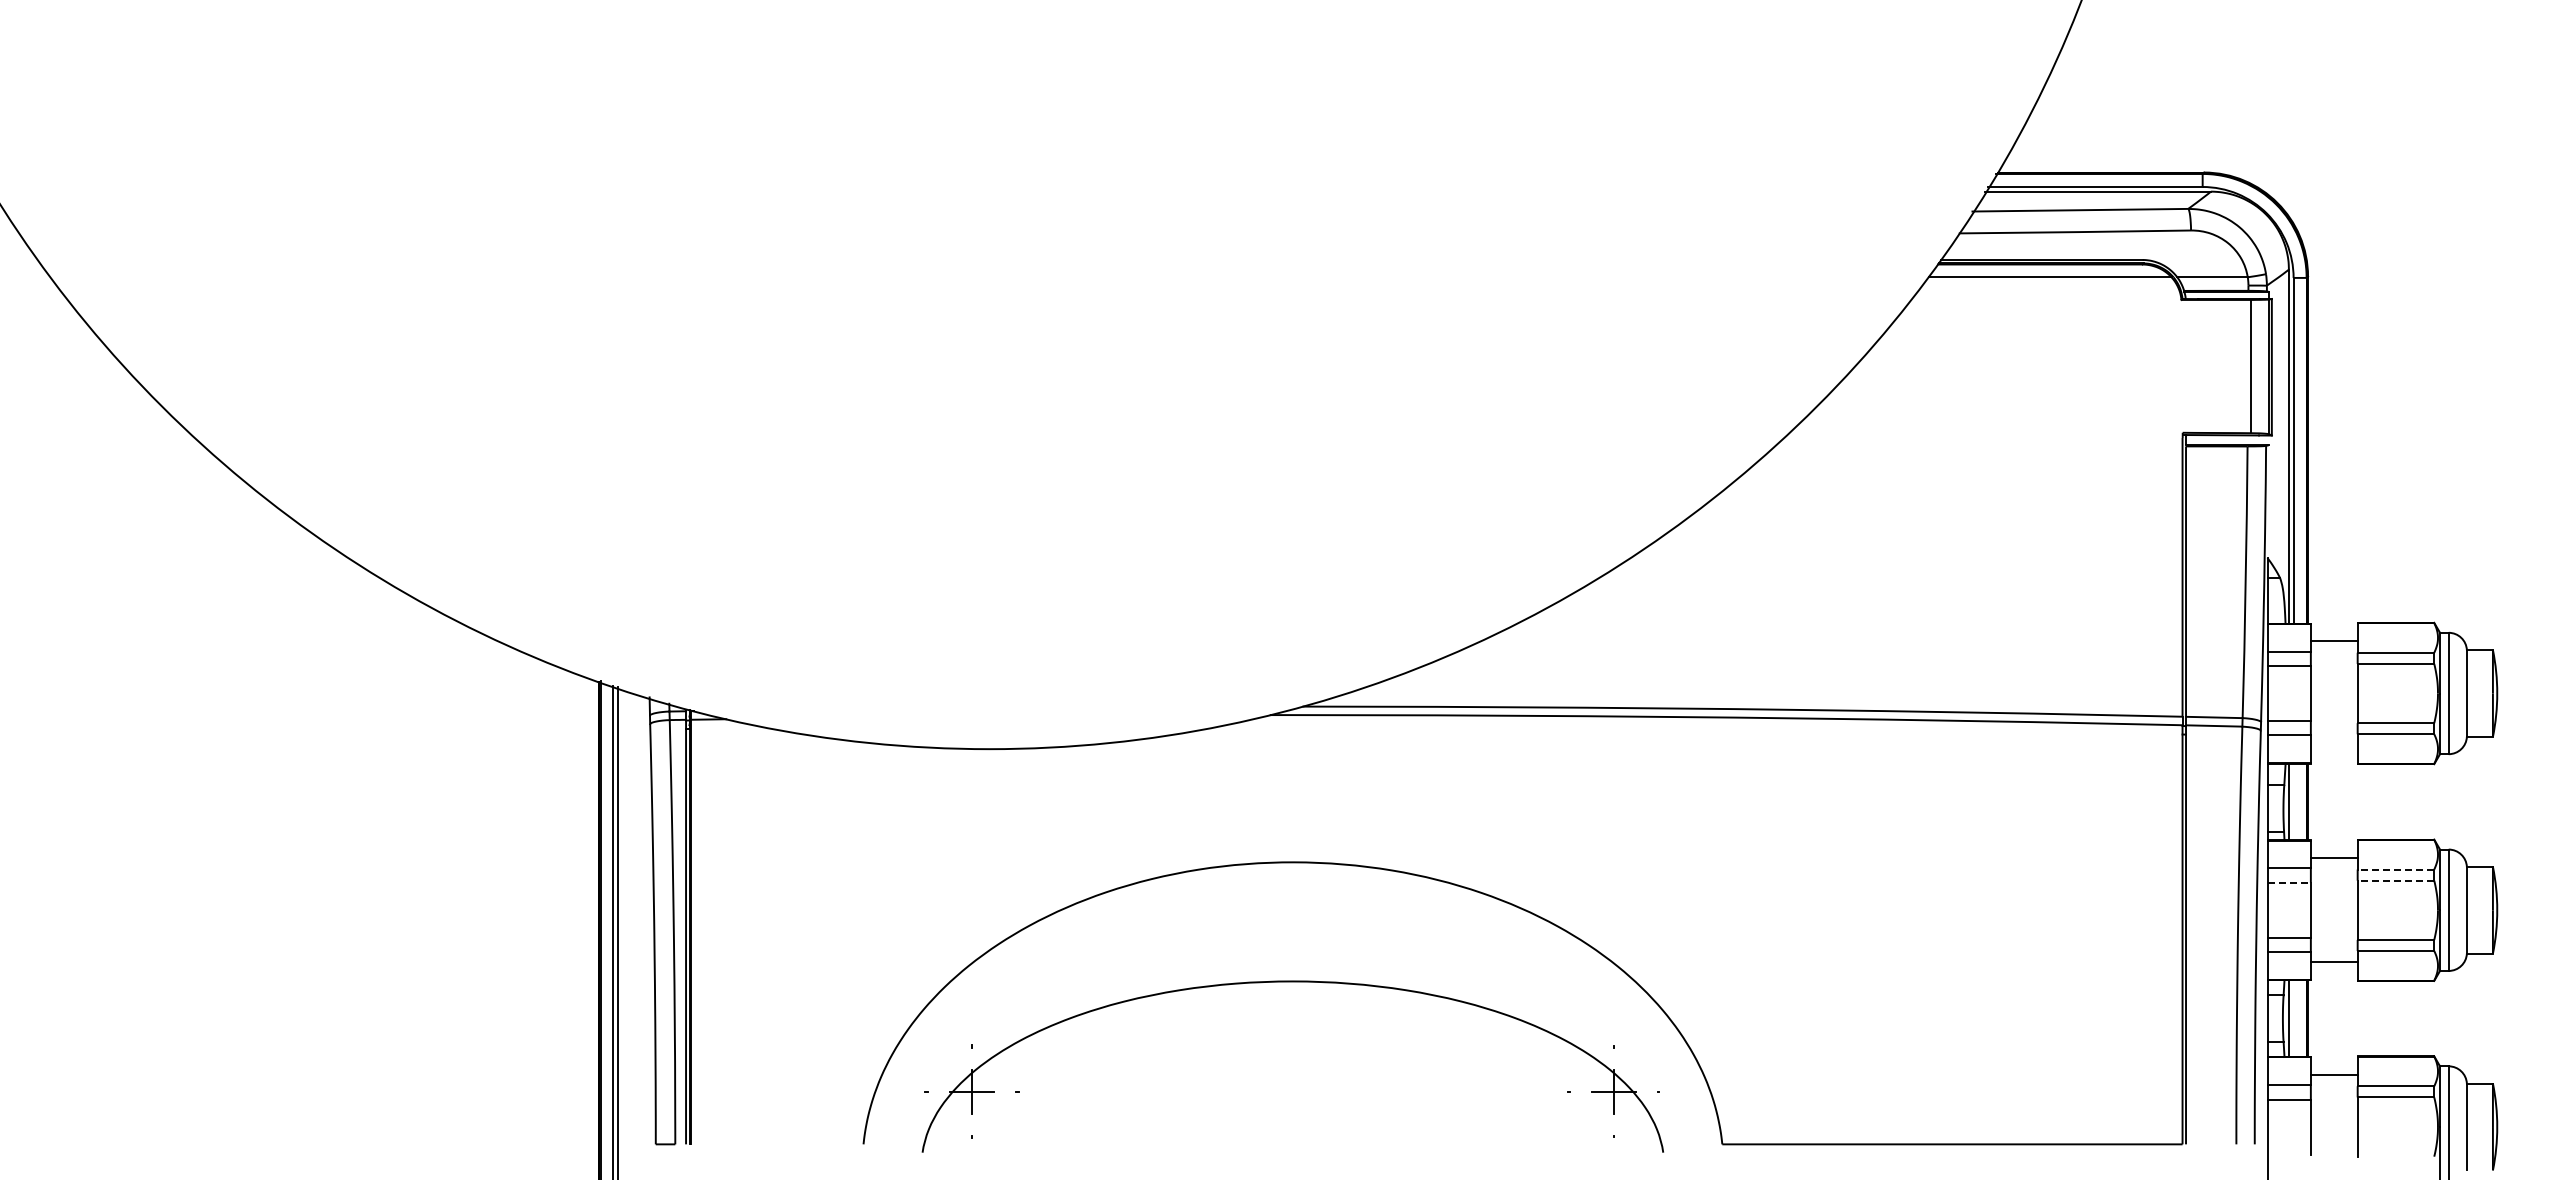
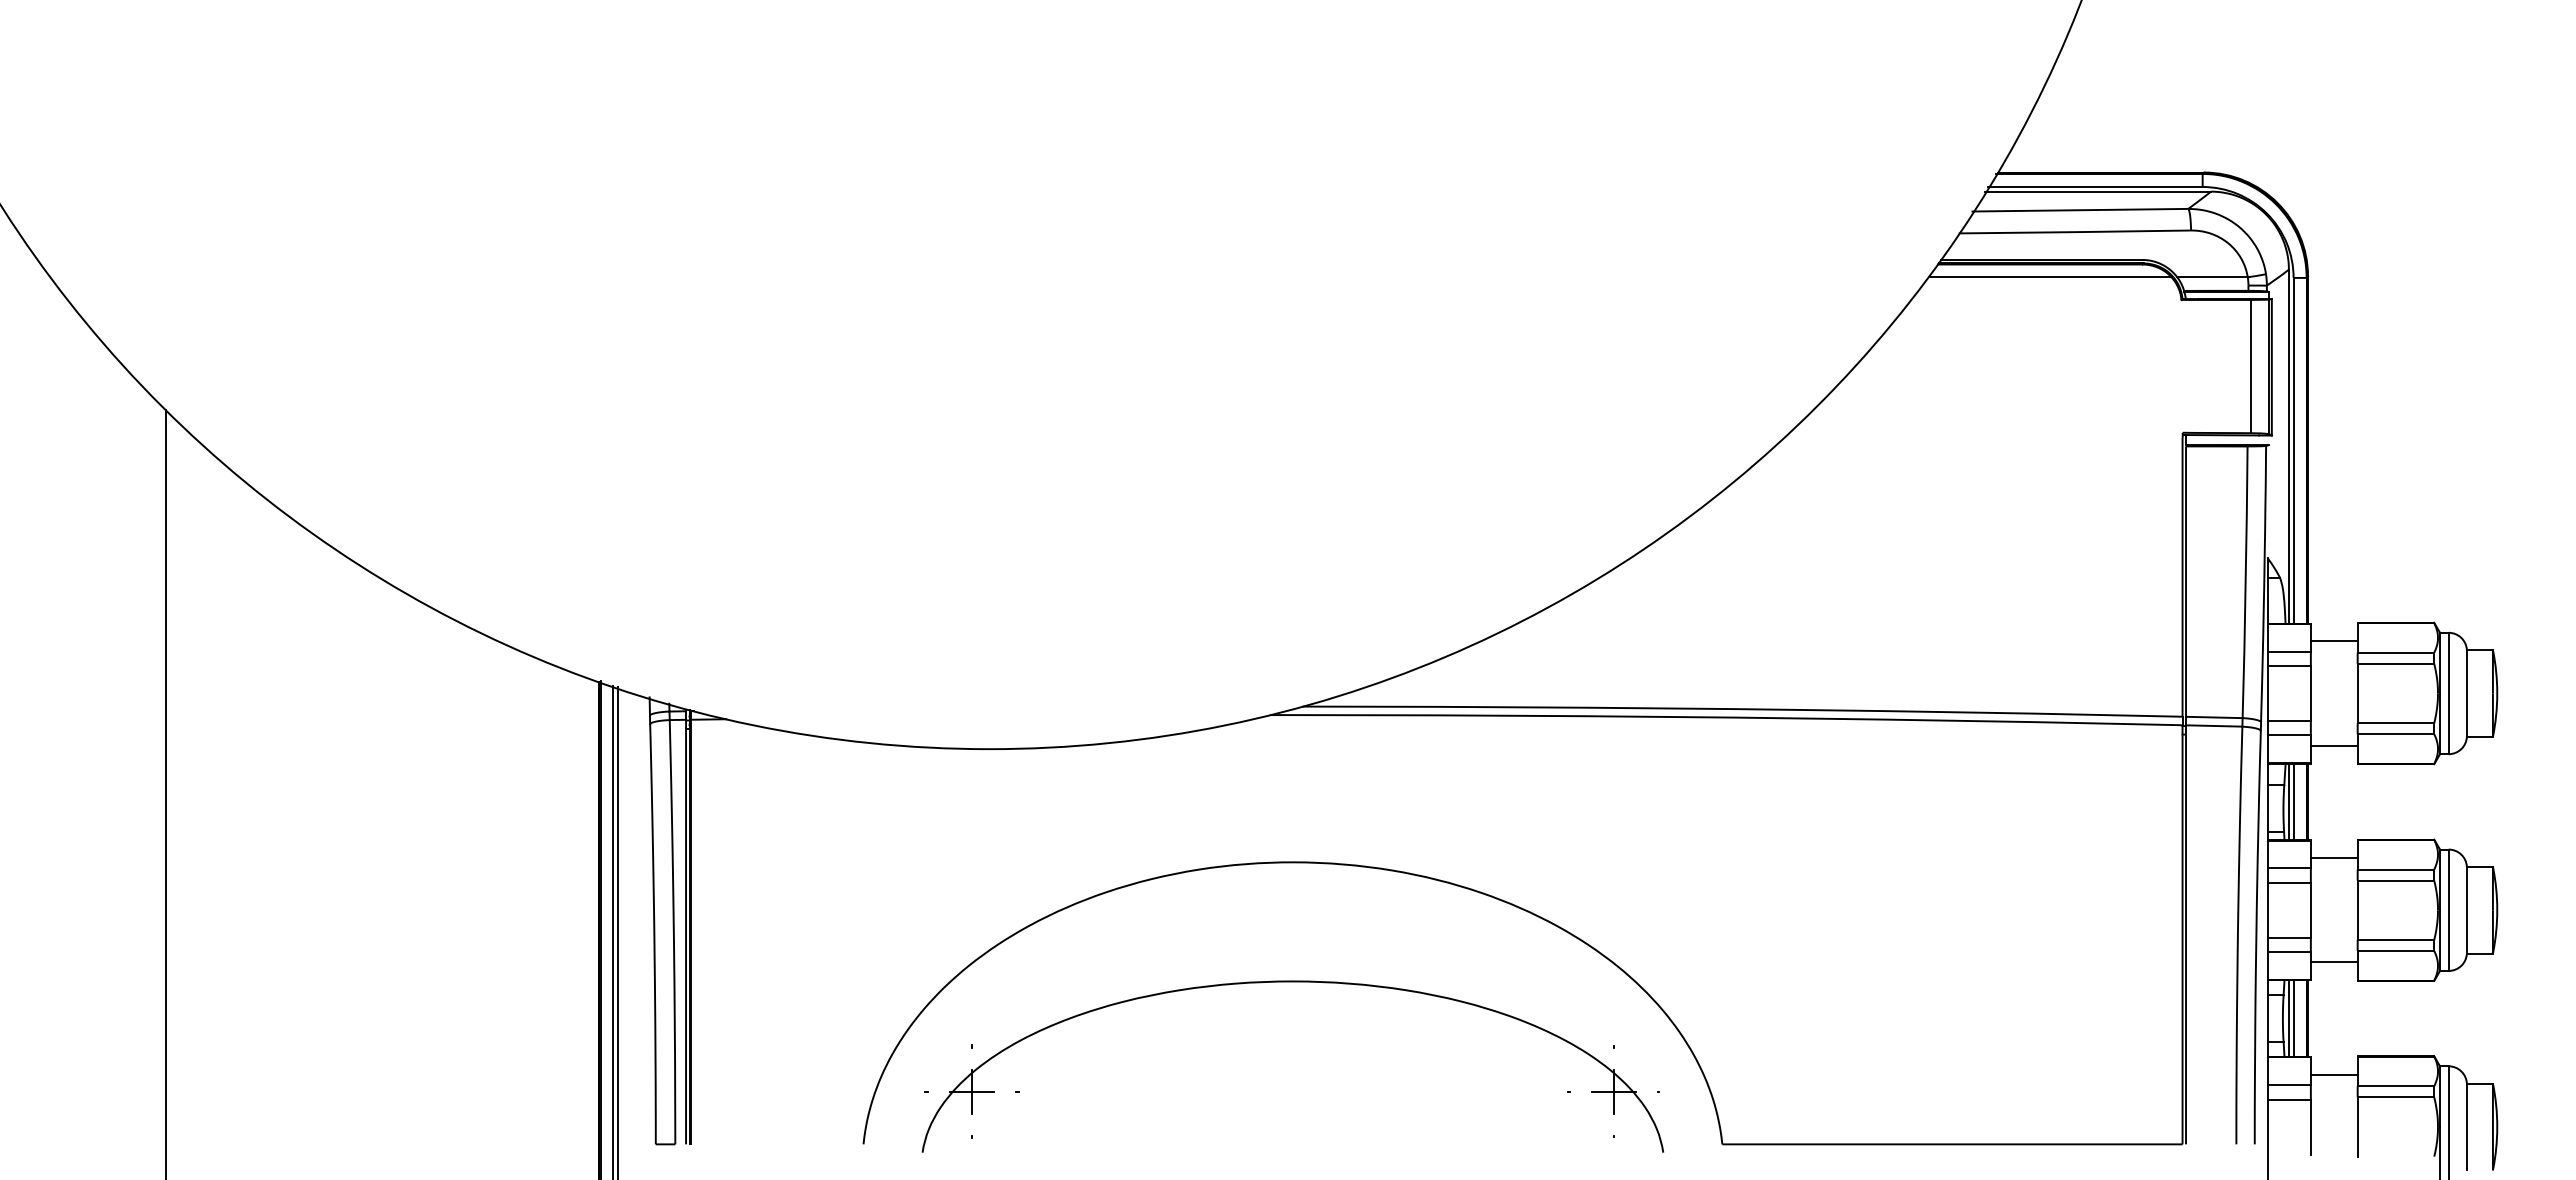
line at (2333, 745): none -> present
line at (165, 793): none -> present
line at (2293, 801): none -> present
line at (2395, 869): dashed -> solid
line at (2395, 880): dashed -> solid
line at (2289, 882): dashed -> solid
line at (2293, 1018): none -> present
